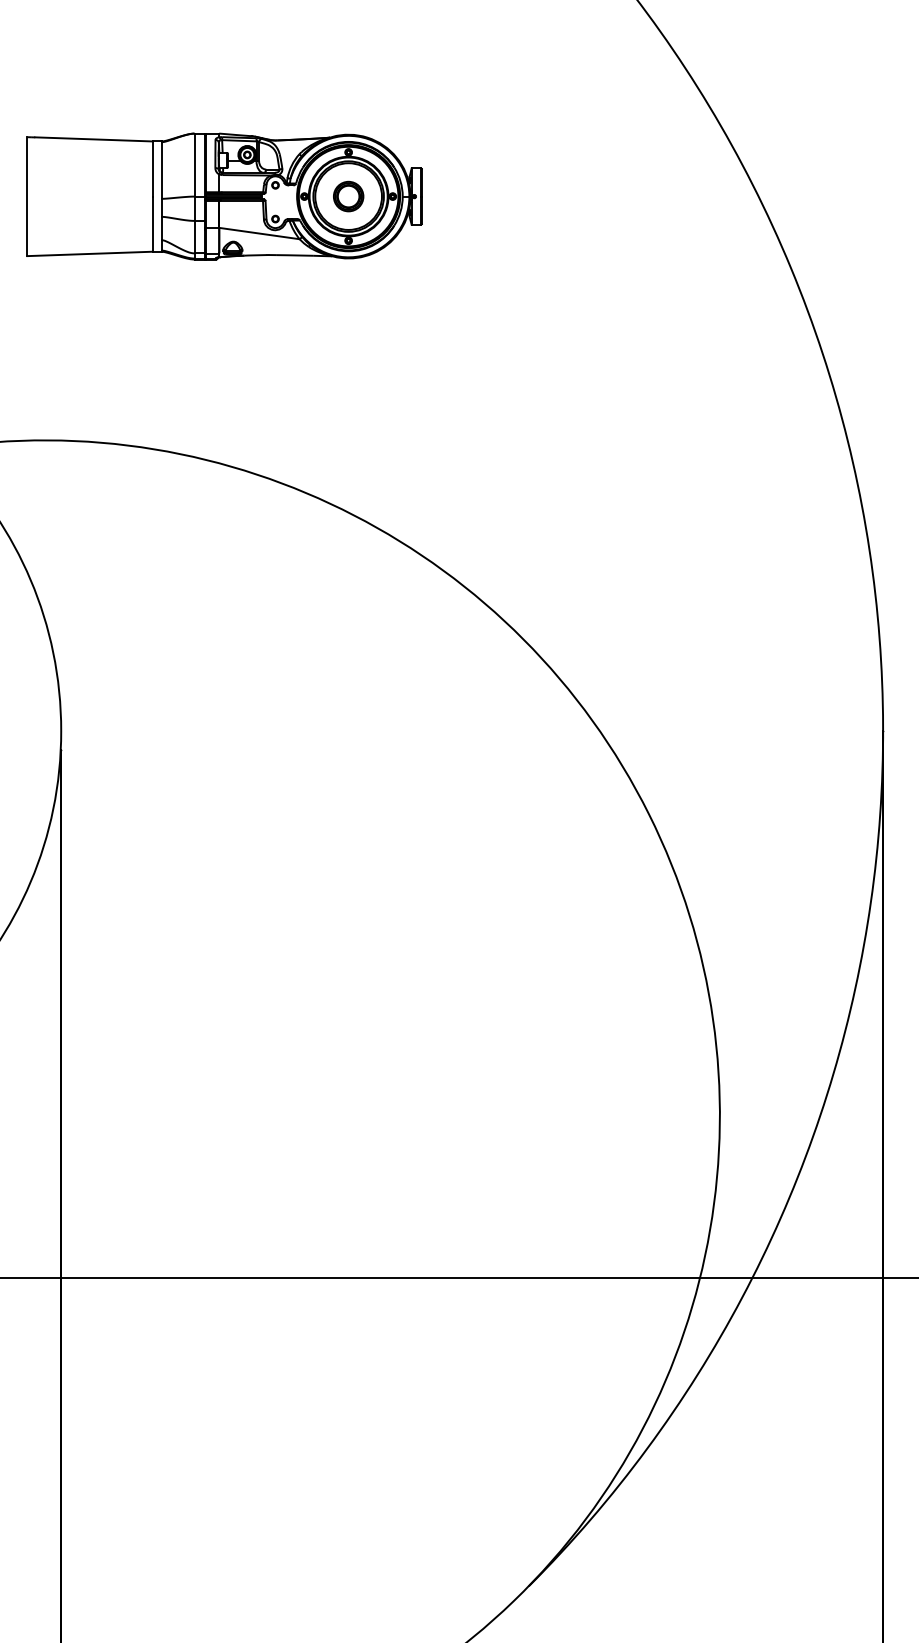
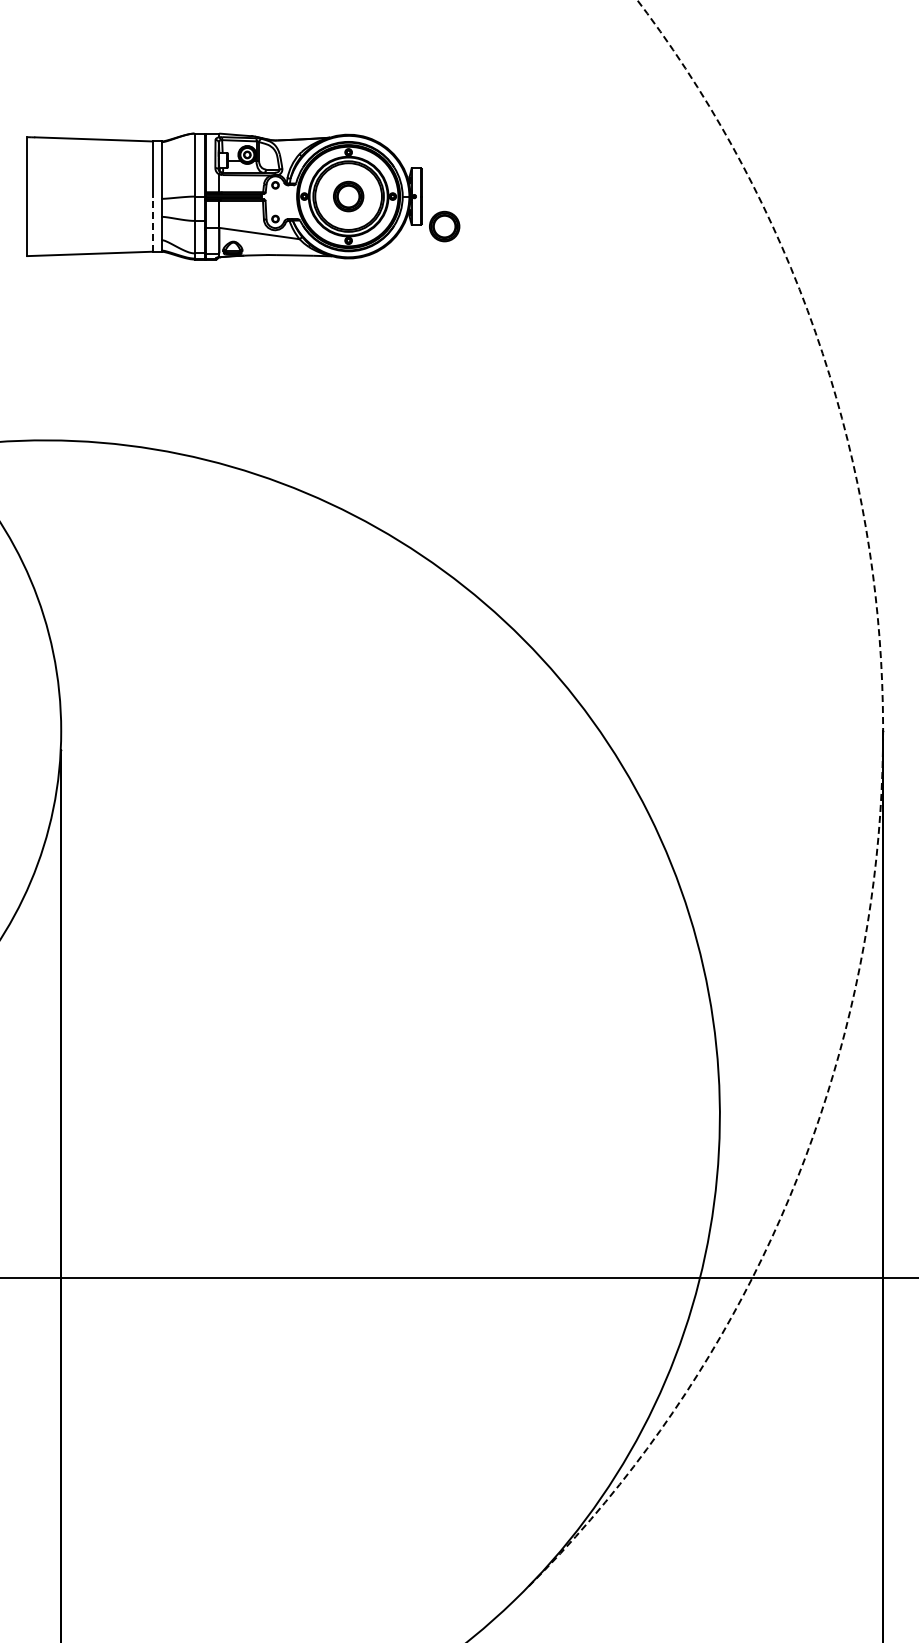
line at (152, 224): solid -> dashed
part at (444, 226): none -> present
arc at (880, 810): solid -> dashed
